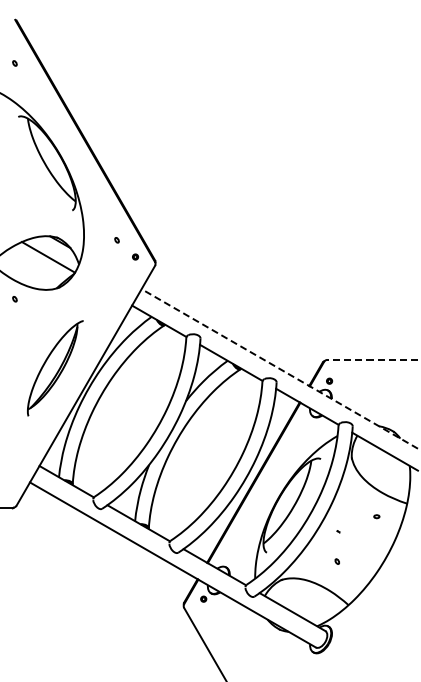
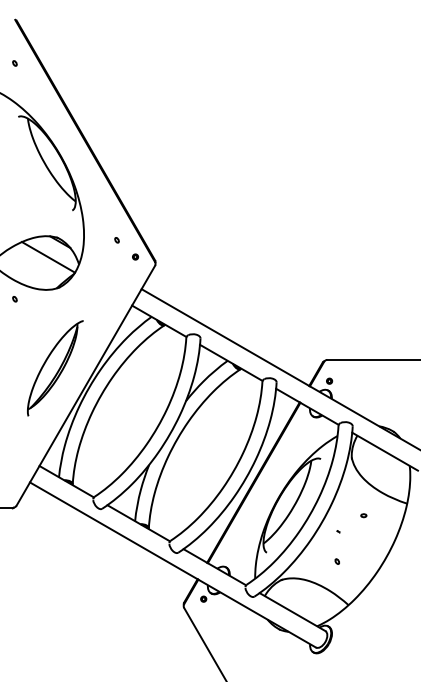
line at (373, 359): dashed -> solid
line at (280, 369): dashed -> solid
part at (376, 516) position: (376, 516) -> (363, 515)
